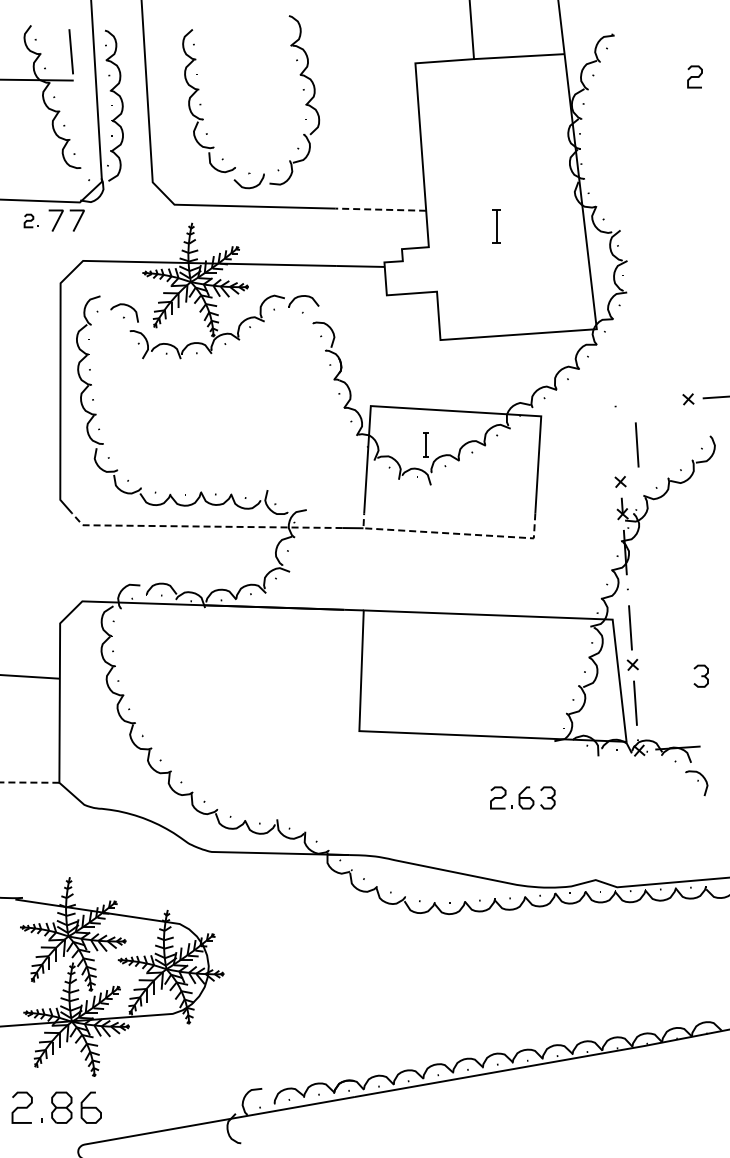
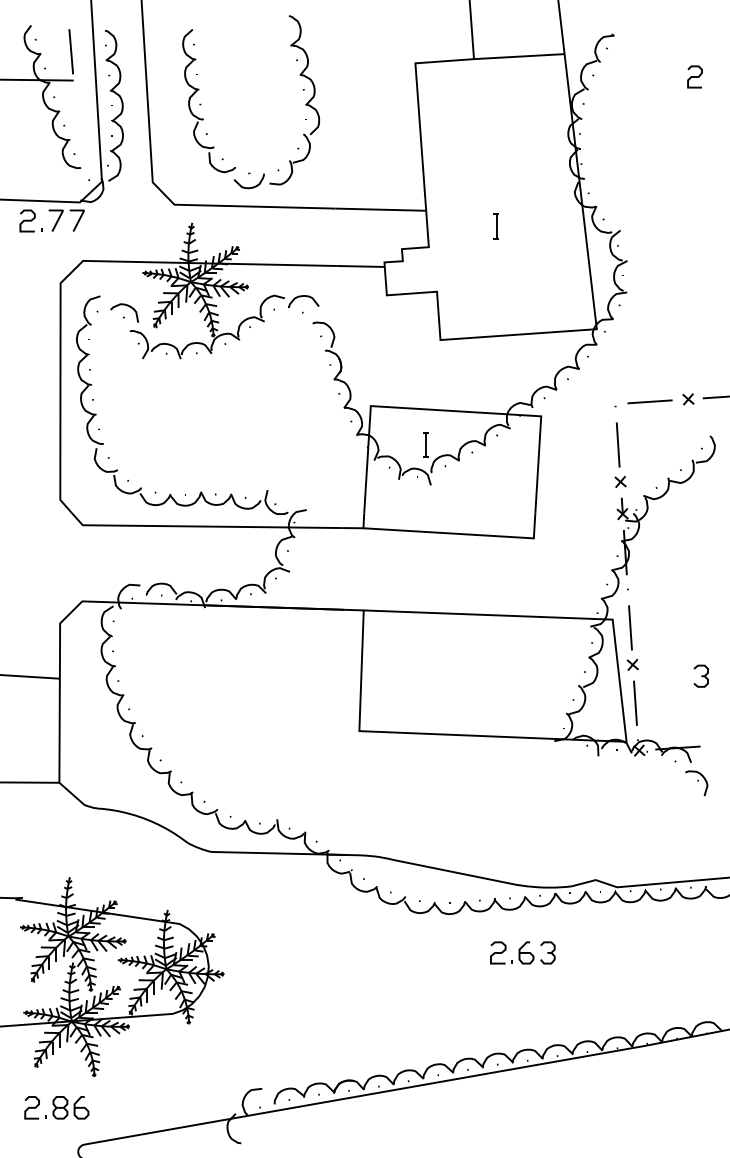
line at (380, 209): dashed -> solid
part at (30, 220) size: 16x16 px -> 24x24 px
part at (496, 226) size: 9x35 px -> 6x27 px
line at (649, 401): none -> present
line at (637, 444) position: (637, 444) -> (618, 444)
line at (204, 526): dashed -> solid
line at (454, 533): dashed -> solid
line at (29, 782): dashed -> solid
part at (522, 797) position: (522, 797) -> (522, 952)
part at (56, 1107) size: 91x33 px -> 66x24 px
